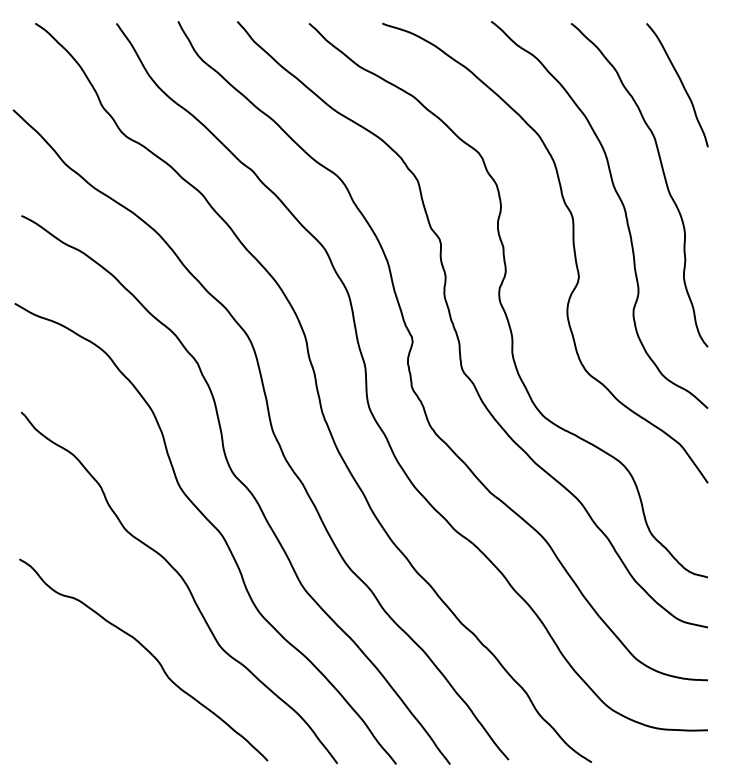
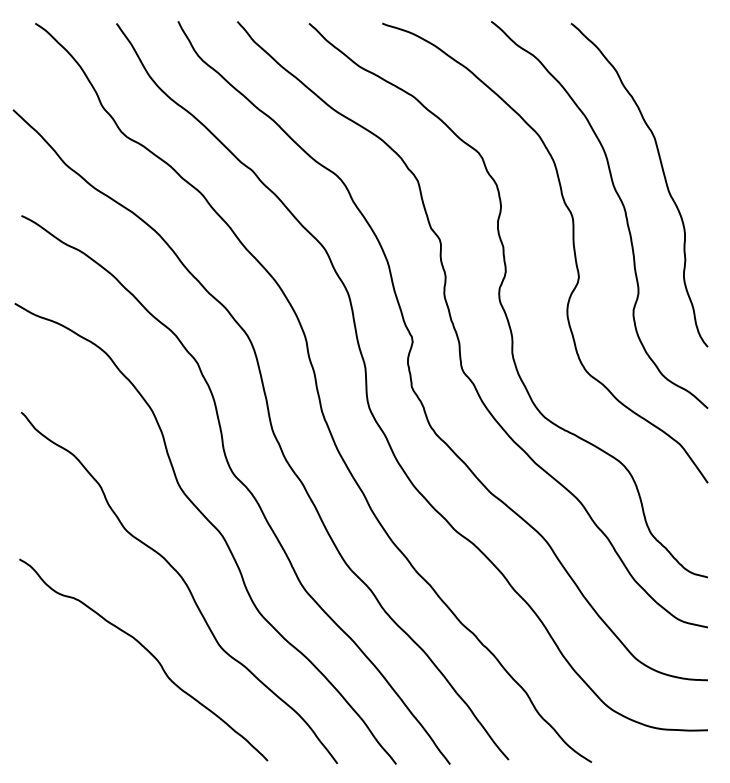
curve at (681, 84): present -> none
